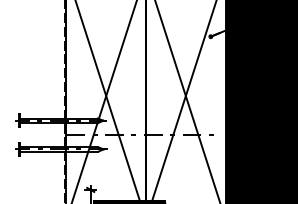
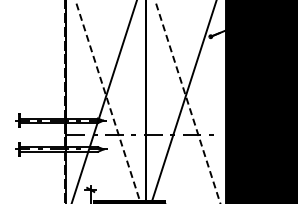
line at (108, 102): solid -> dashed
line at (187, 102): solid -> dashed
